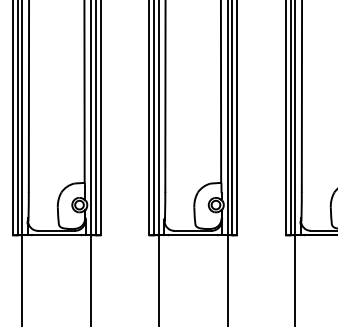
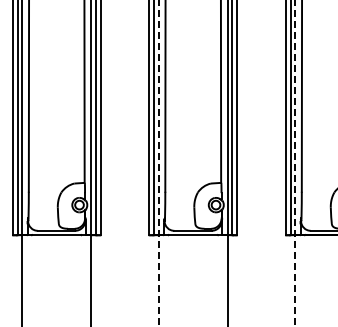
line at (158, 163): solid -> dashed
line at (295, 163): solid -> dashed
